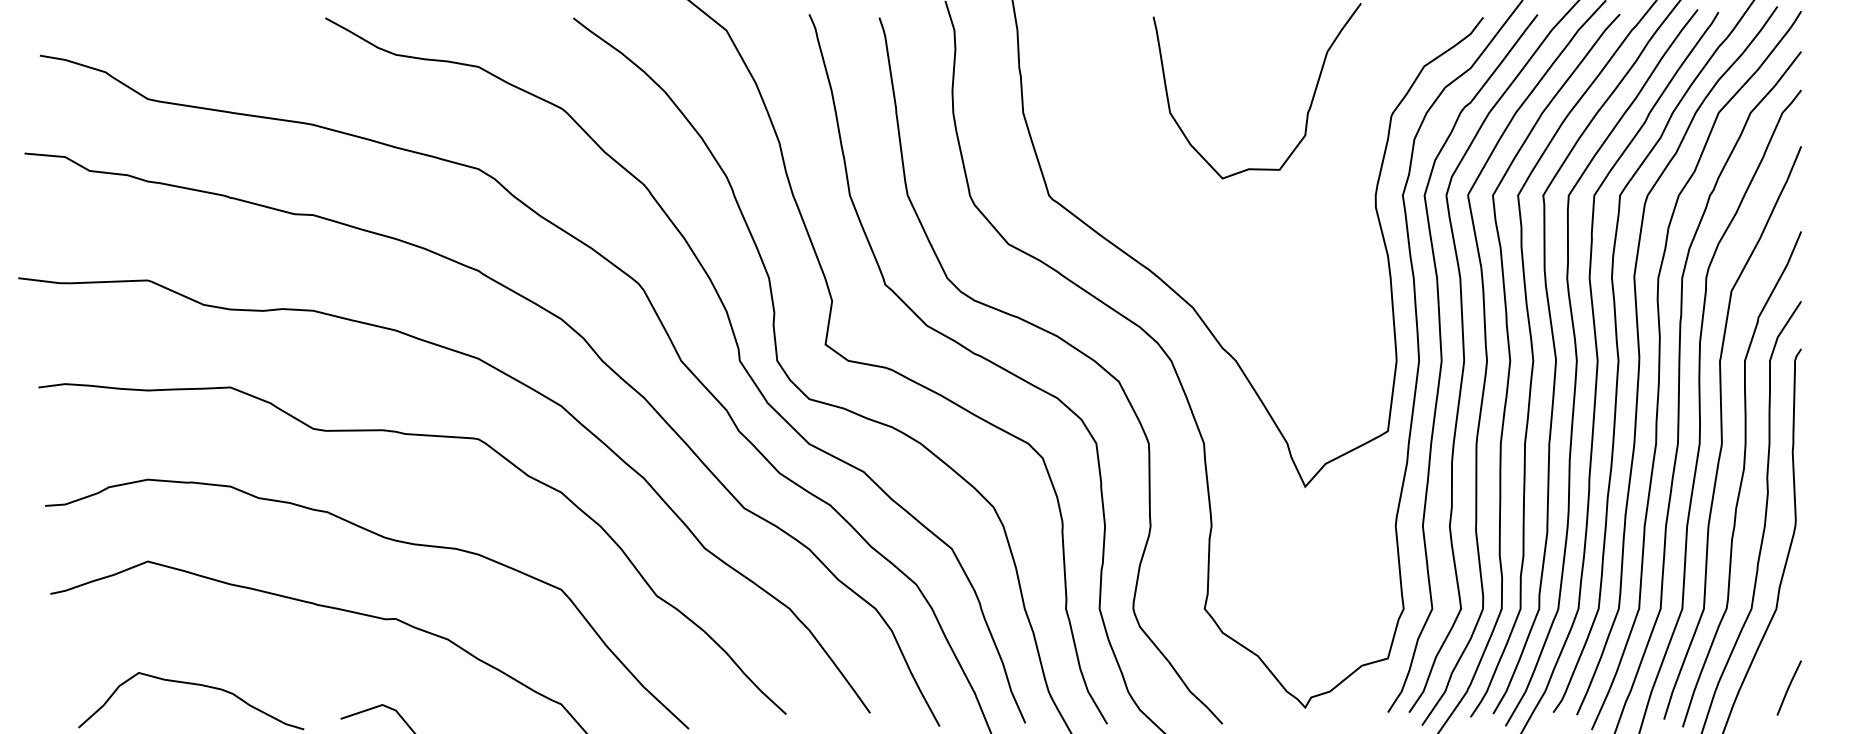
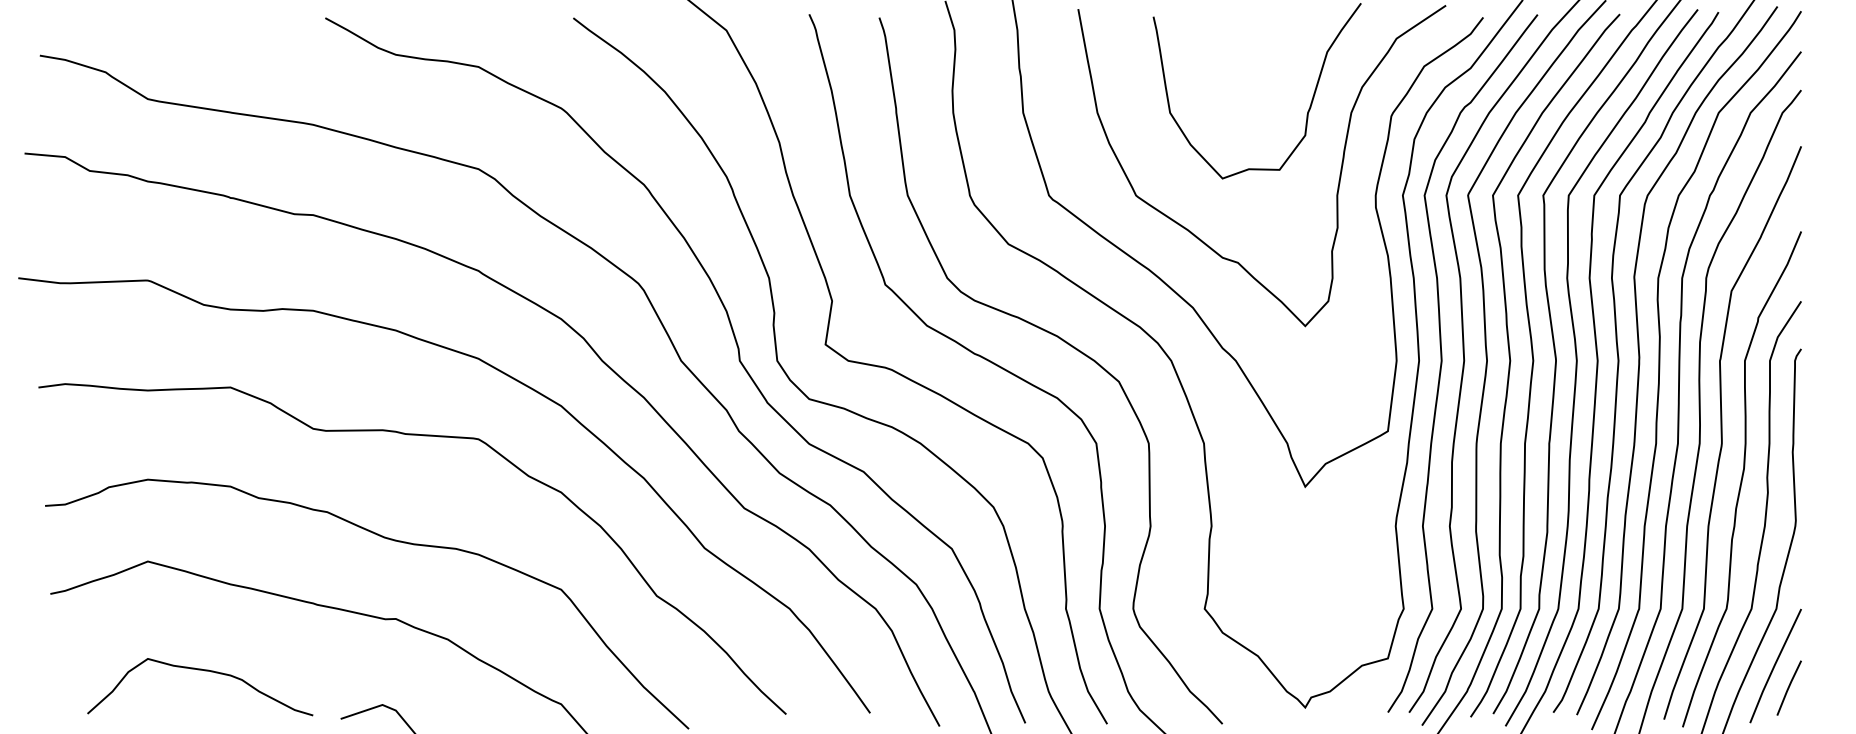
curve at (1338, 180): none -> present
line at (1775, 665): none -> present
curve at (195, 685) position: (195, 685) -> (204, 671)
